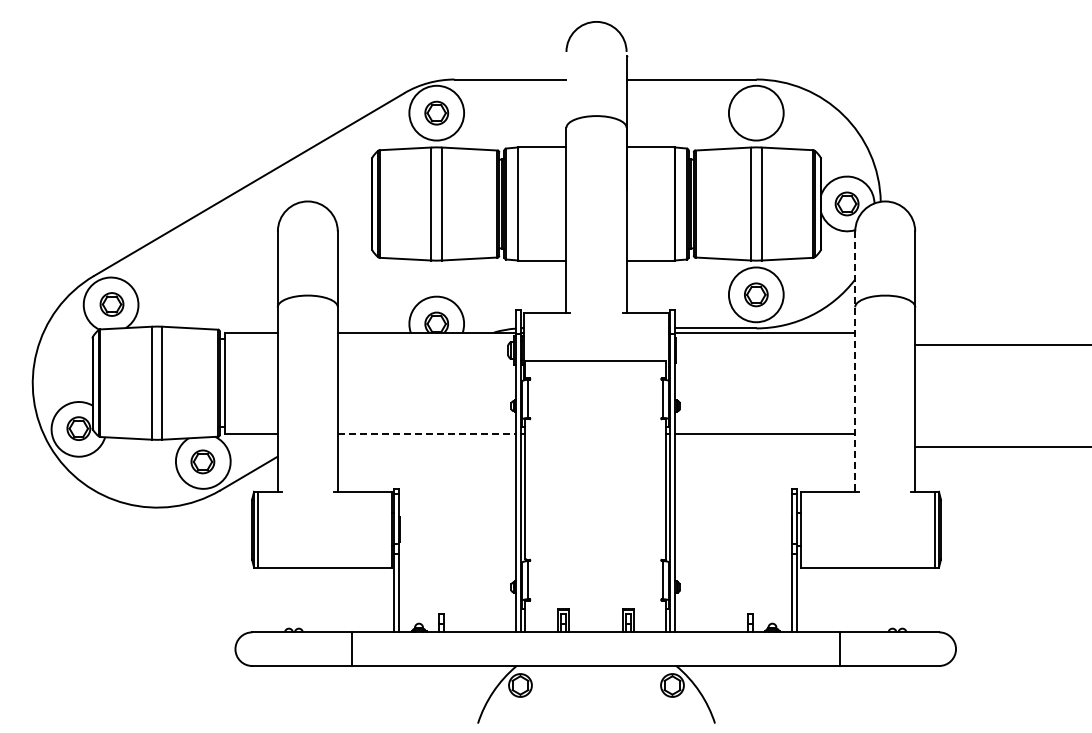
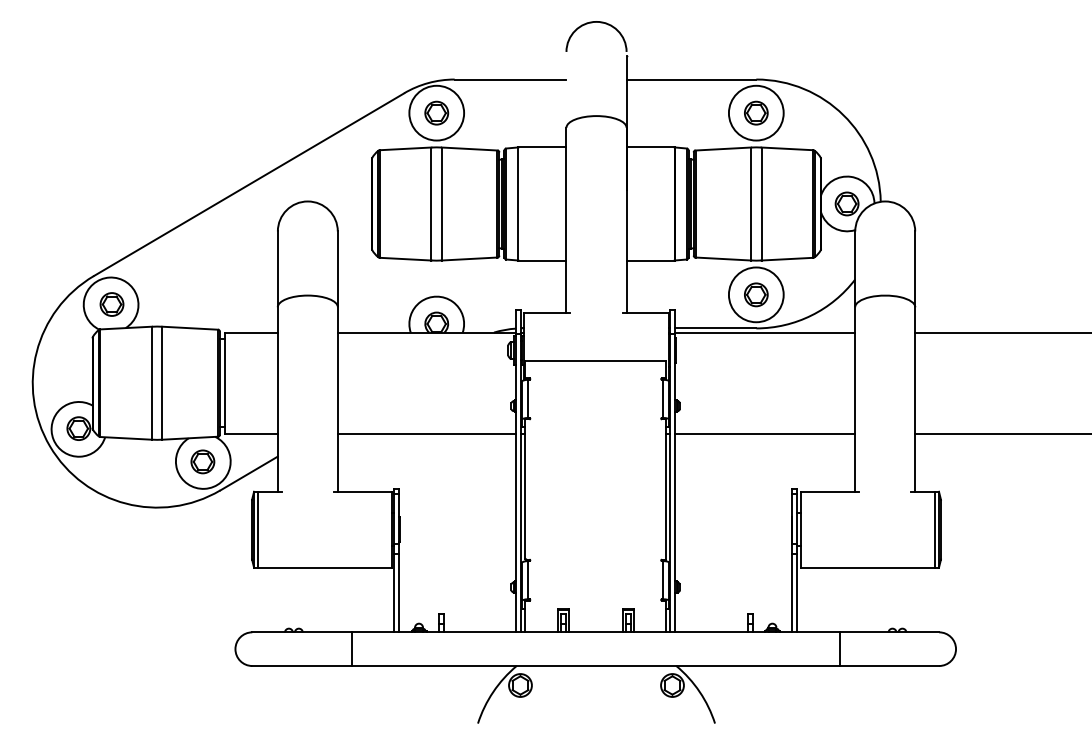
part at (756, 112): none -> present
line at (1001, 344) position: (1001, 344) -> (1001, 332)
line at (855, 362): dashed -> solid
line at (427, 433): dashed -> solid
line at (1001, 446) position: (1001, 446) -> (1001, 433)
